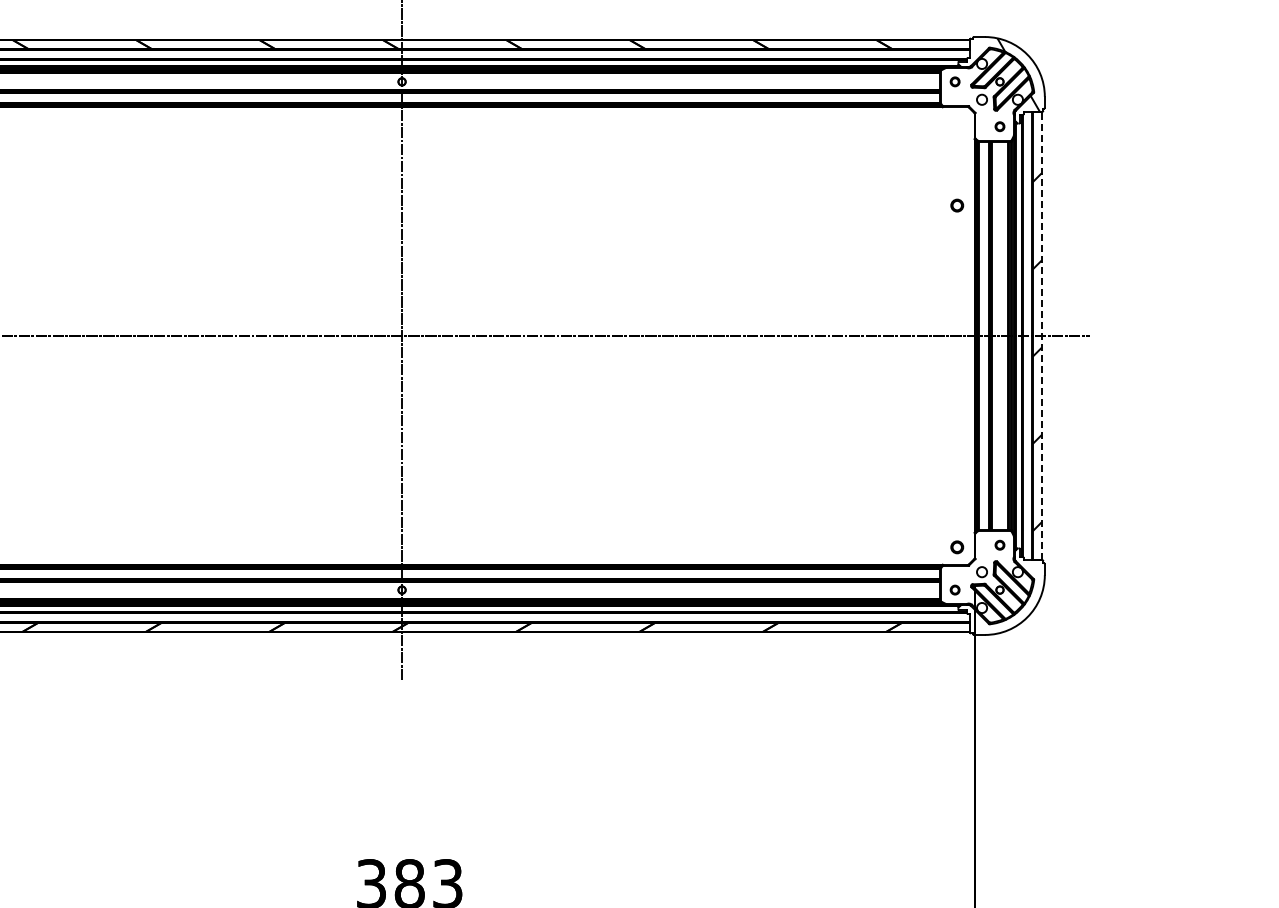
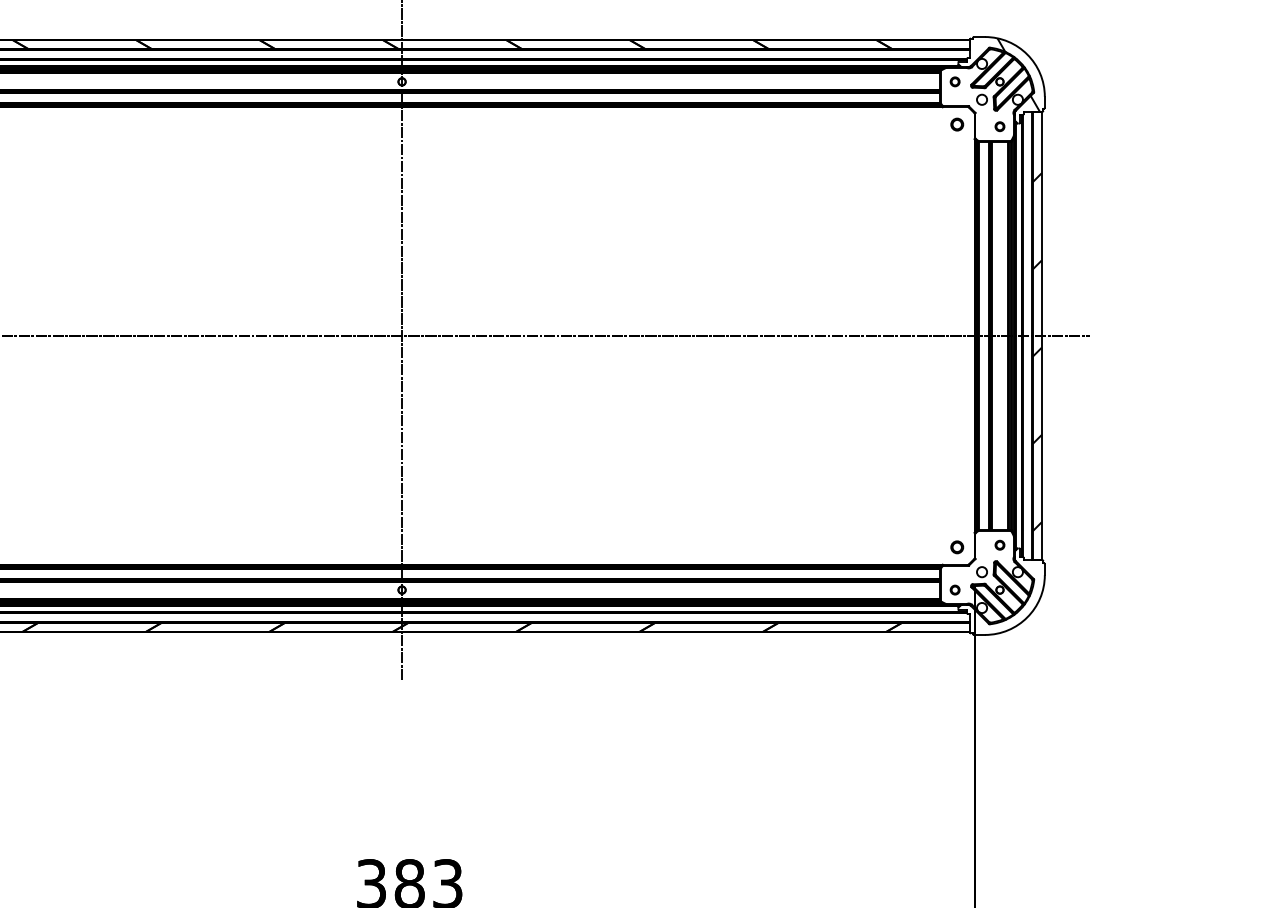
part at (957, 205) position: (957, 205) -> (957, 124)
line at (1041, 335): dashed -> solid
